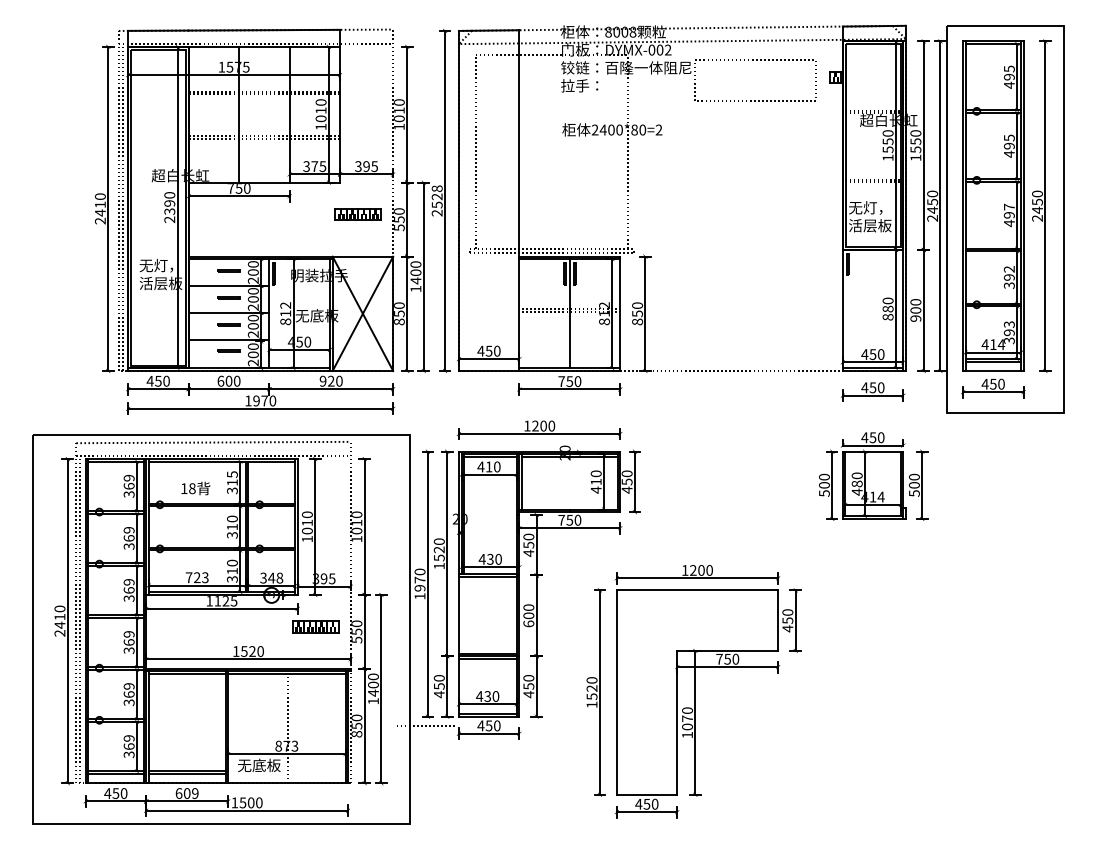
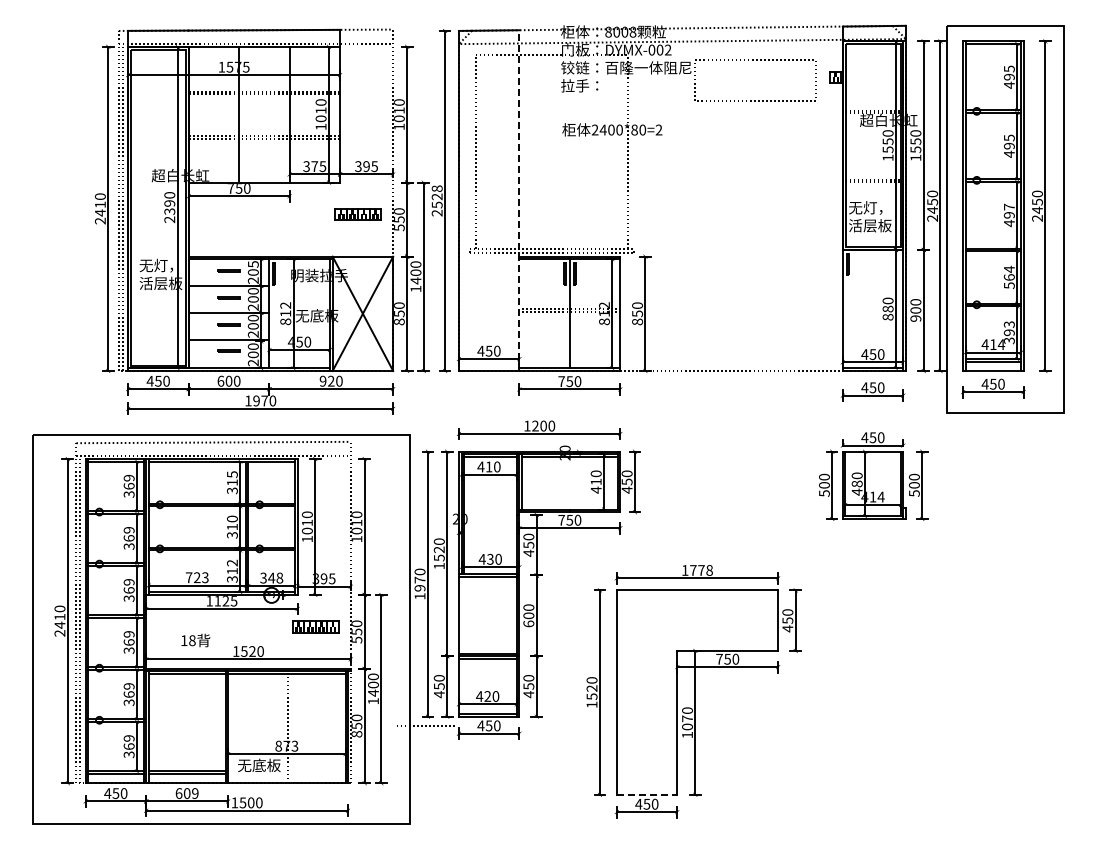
line at (519, 200): solid -> dashed
text at (252, 264): 200 -> 205
text at (1008, 276): 392 -> 564
text at (195, 488) position: (195, 488) -> (195, 640)
text at (232, 562): 310 -> 312
text at (701, 570): 1200 -> 1778
text at (487, 696): 430 -> 420
line at (647, 794): solid -> dashed
